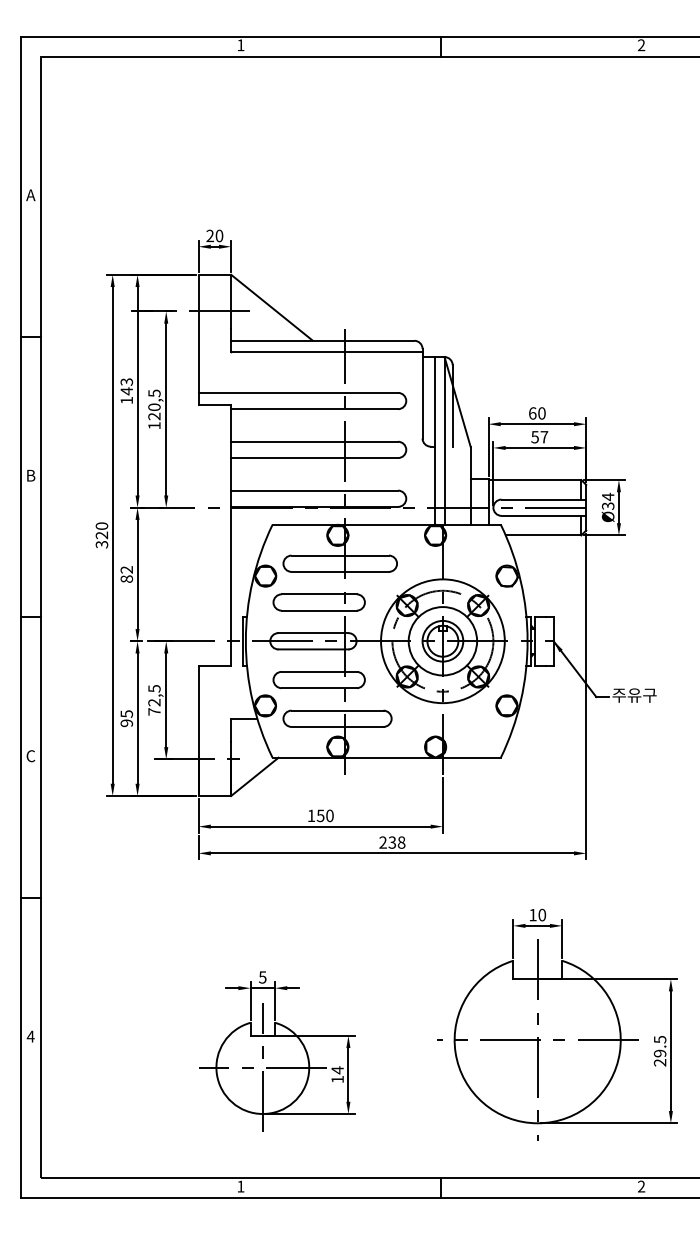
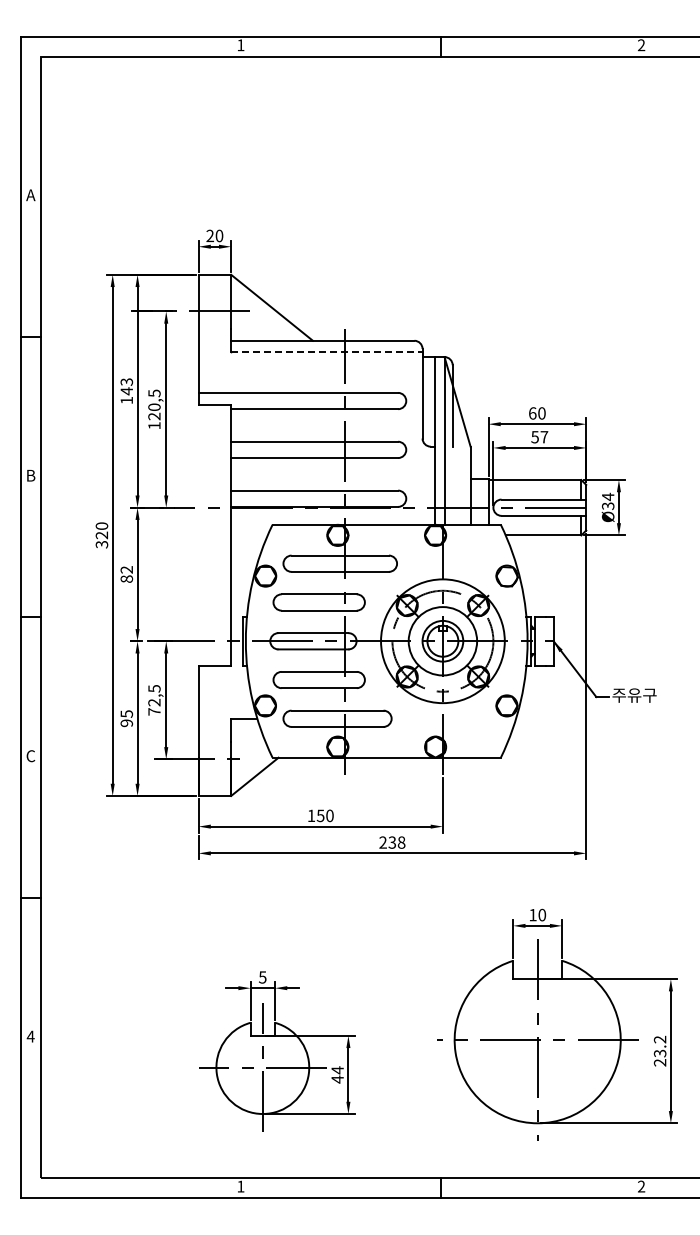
line at (326, 352): solid -> dashed
text at (659, 1046): 29.5 -> 23.2
text at (337, 1079): 14 -> 44
